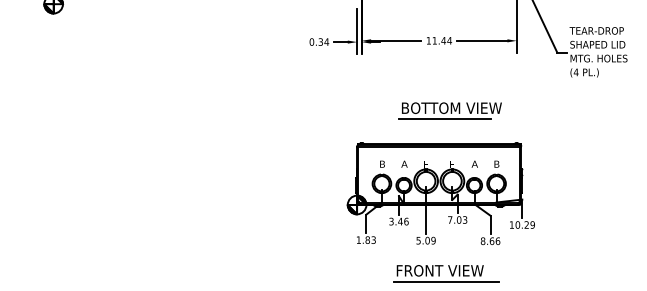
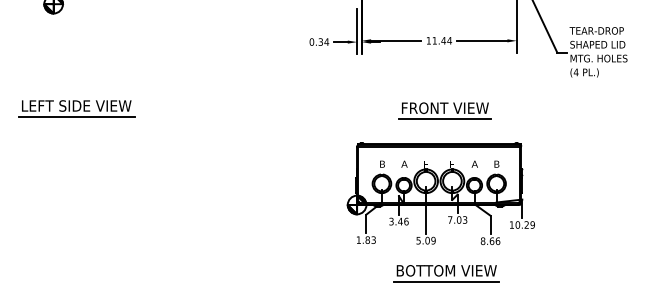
part at (76, 108): none -> present
text at (452, 108): BOTTOM VIEW -> FRONT VIEW
text at (447, 270): FRONT VIEW -> BOTTOM VIEW
